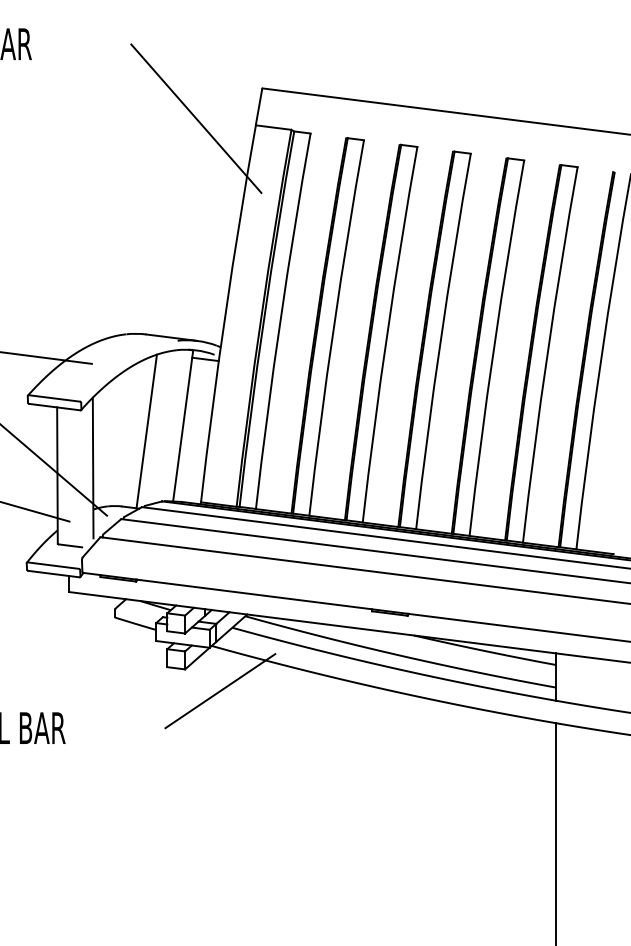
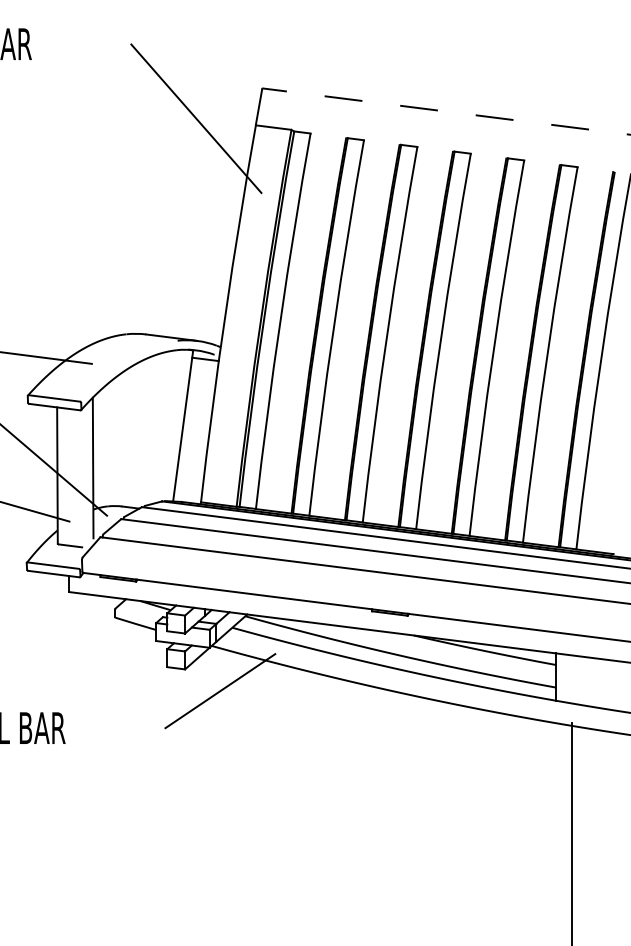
line at (446, 111): solid -> dashed
line at (146, 431): present -> none
line at (556, 832) position: (556, 832) -> (572, 832)
